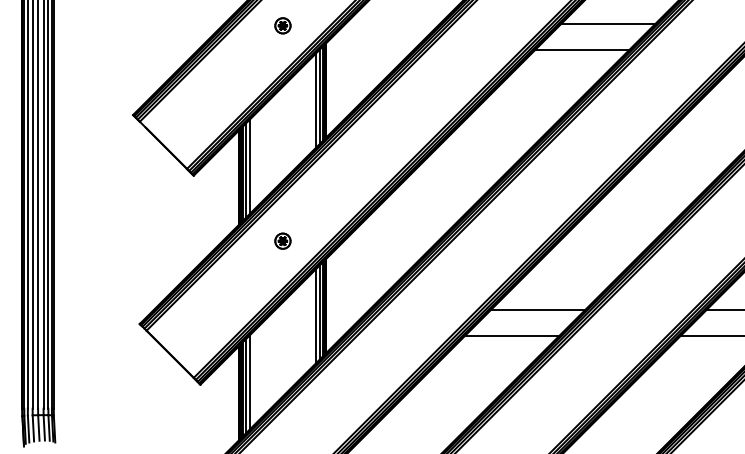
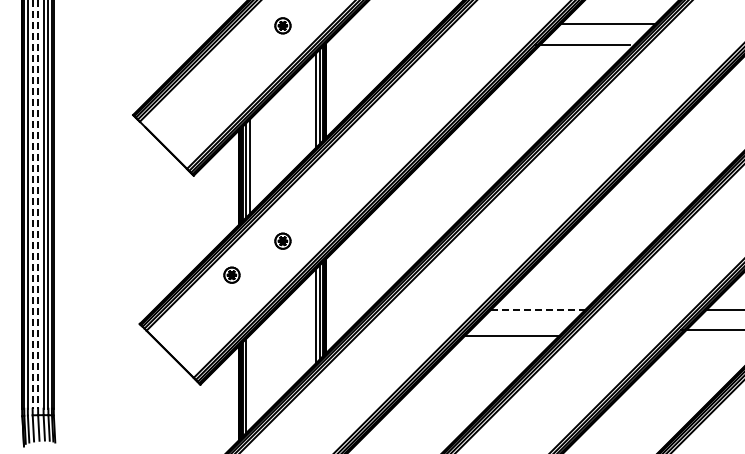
line at (582, 49) position: (582, 49) -> (582, 44)
line at (32, 205): solid -> dashed
line at (38, 205): solid -> dashed
part at (231, 274): none -> present
line at (538, 309): solid -> dashed
line at (710, 335) position: (710, 335) -> (710, 329)
line at (249, 382): present -> none
